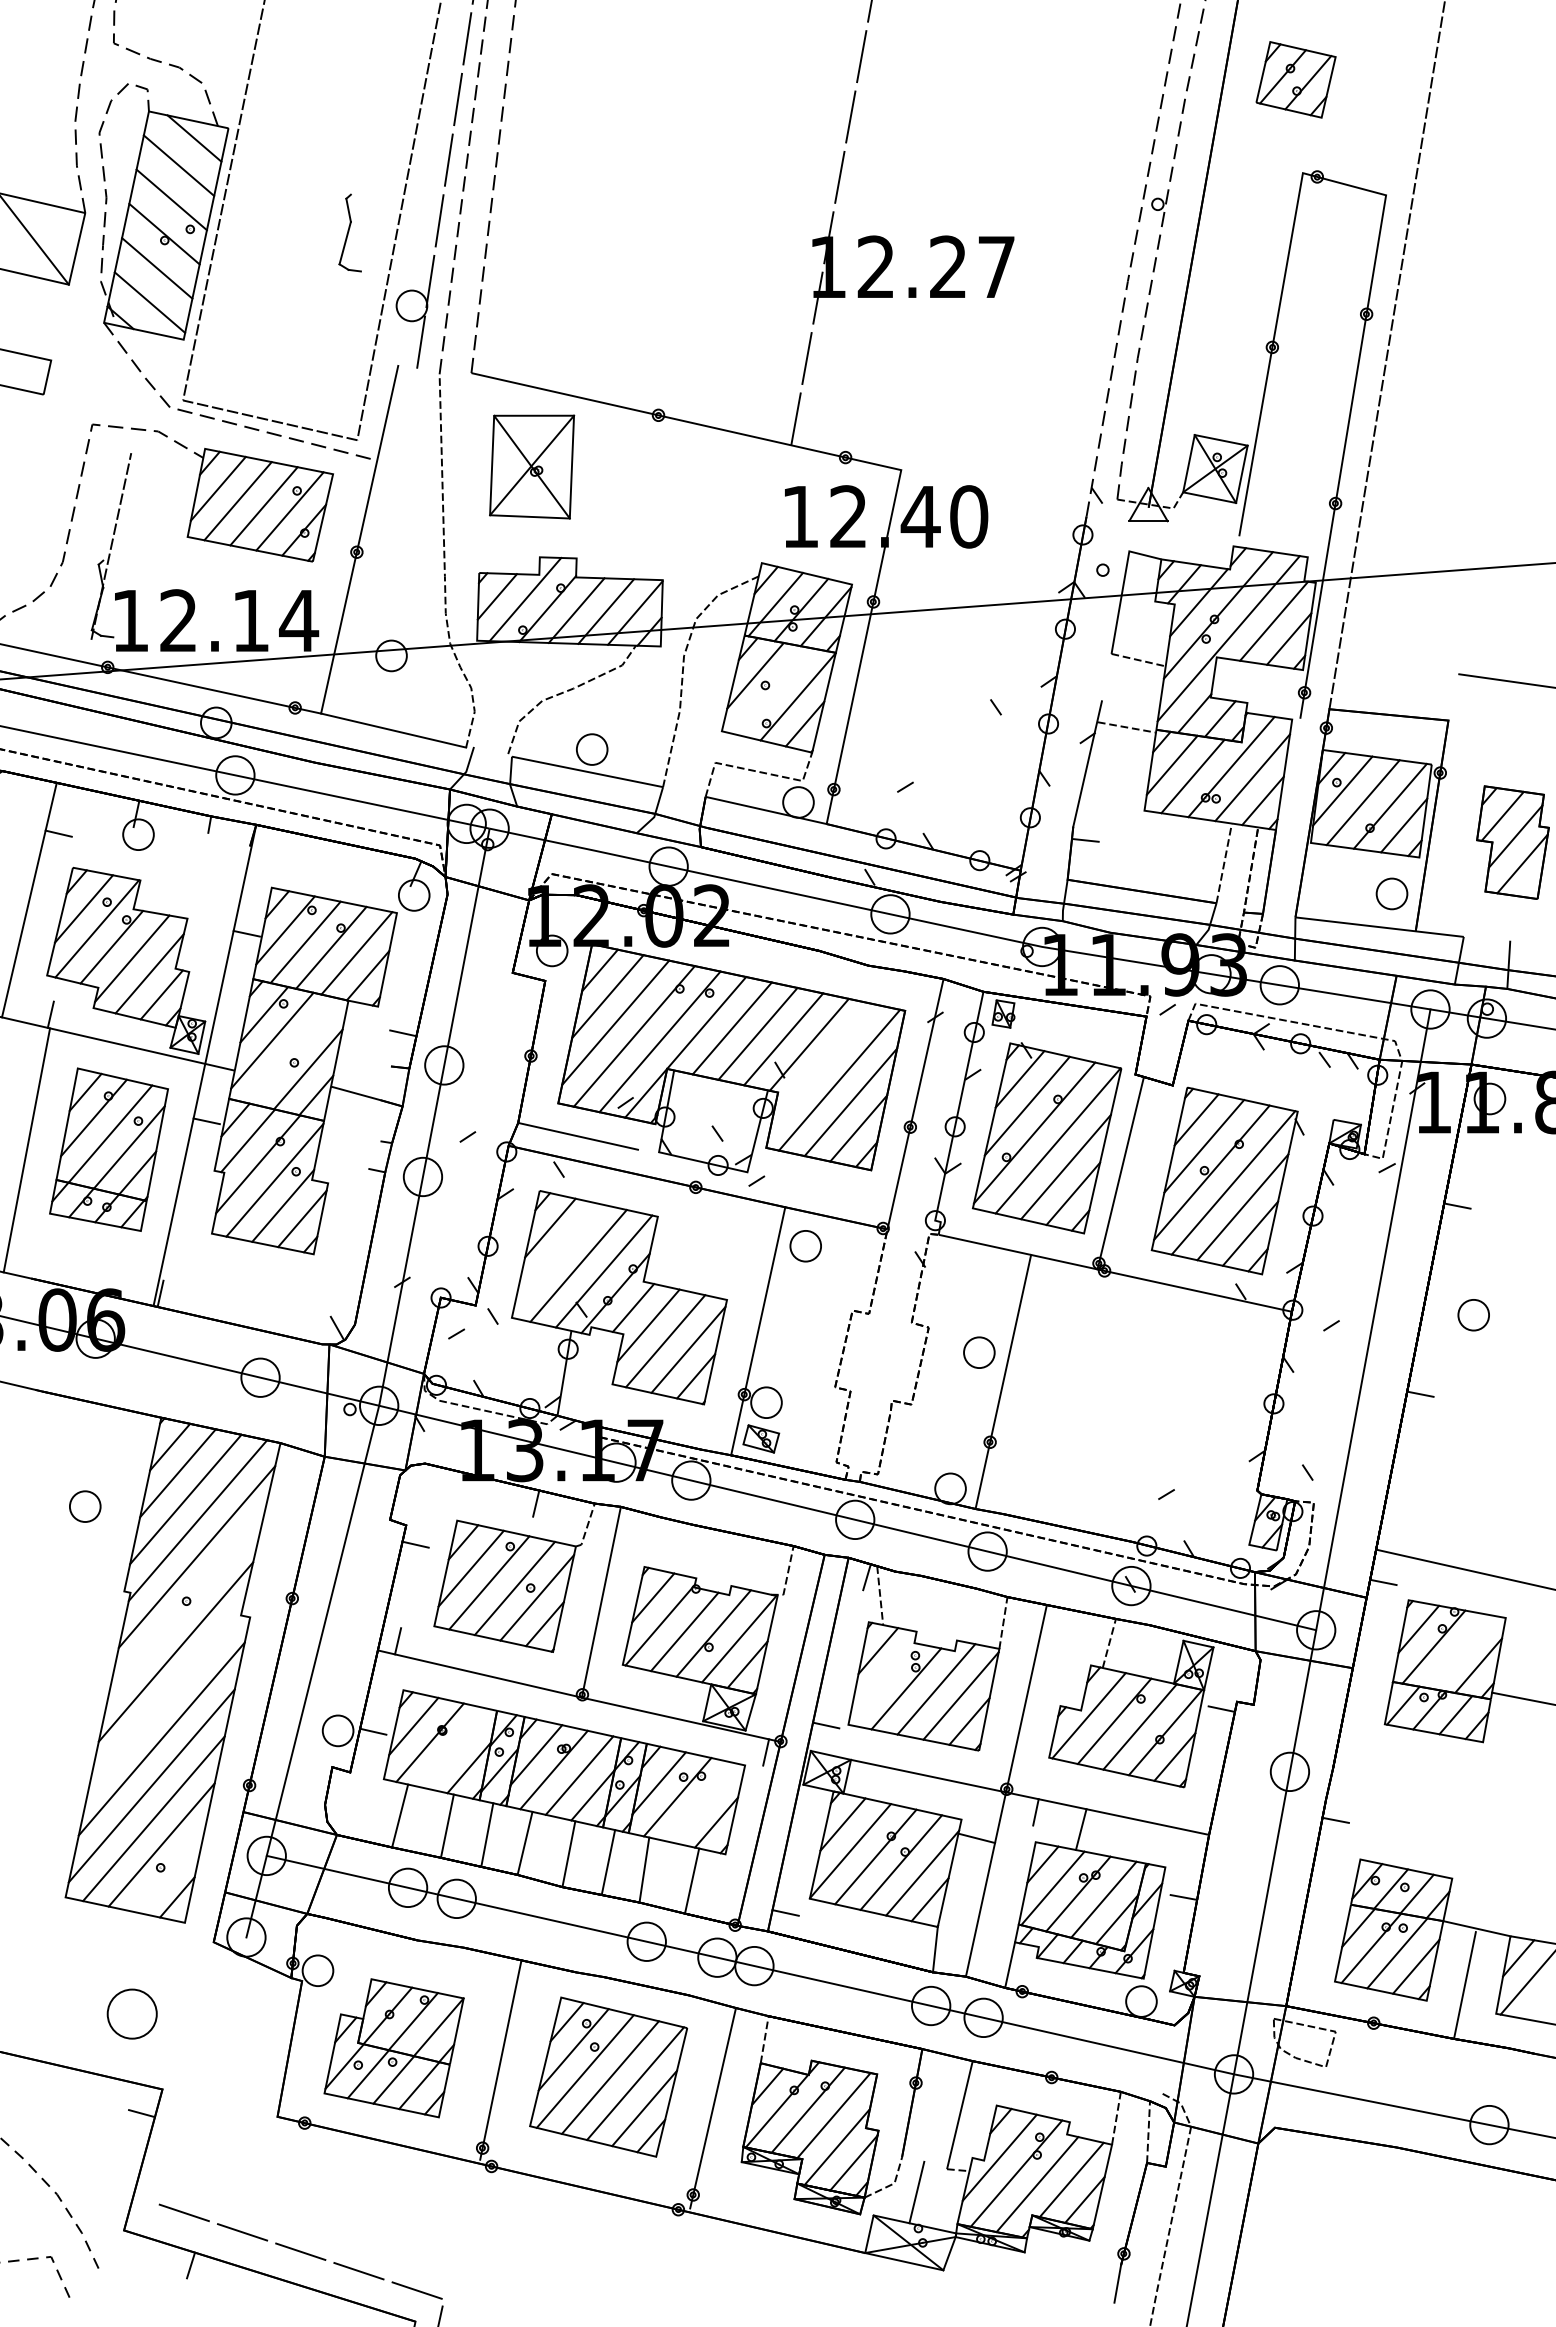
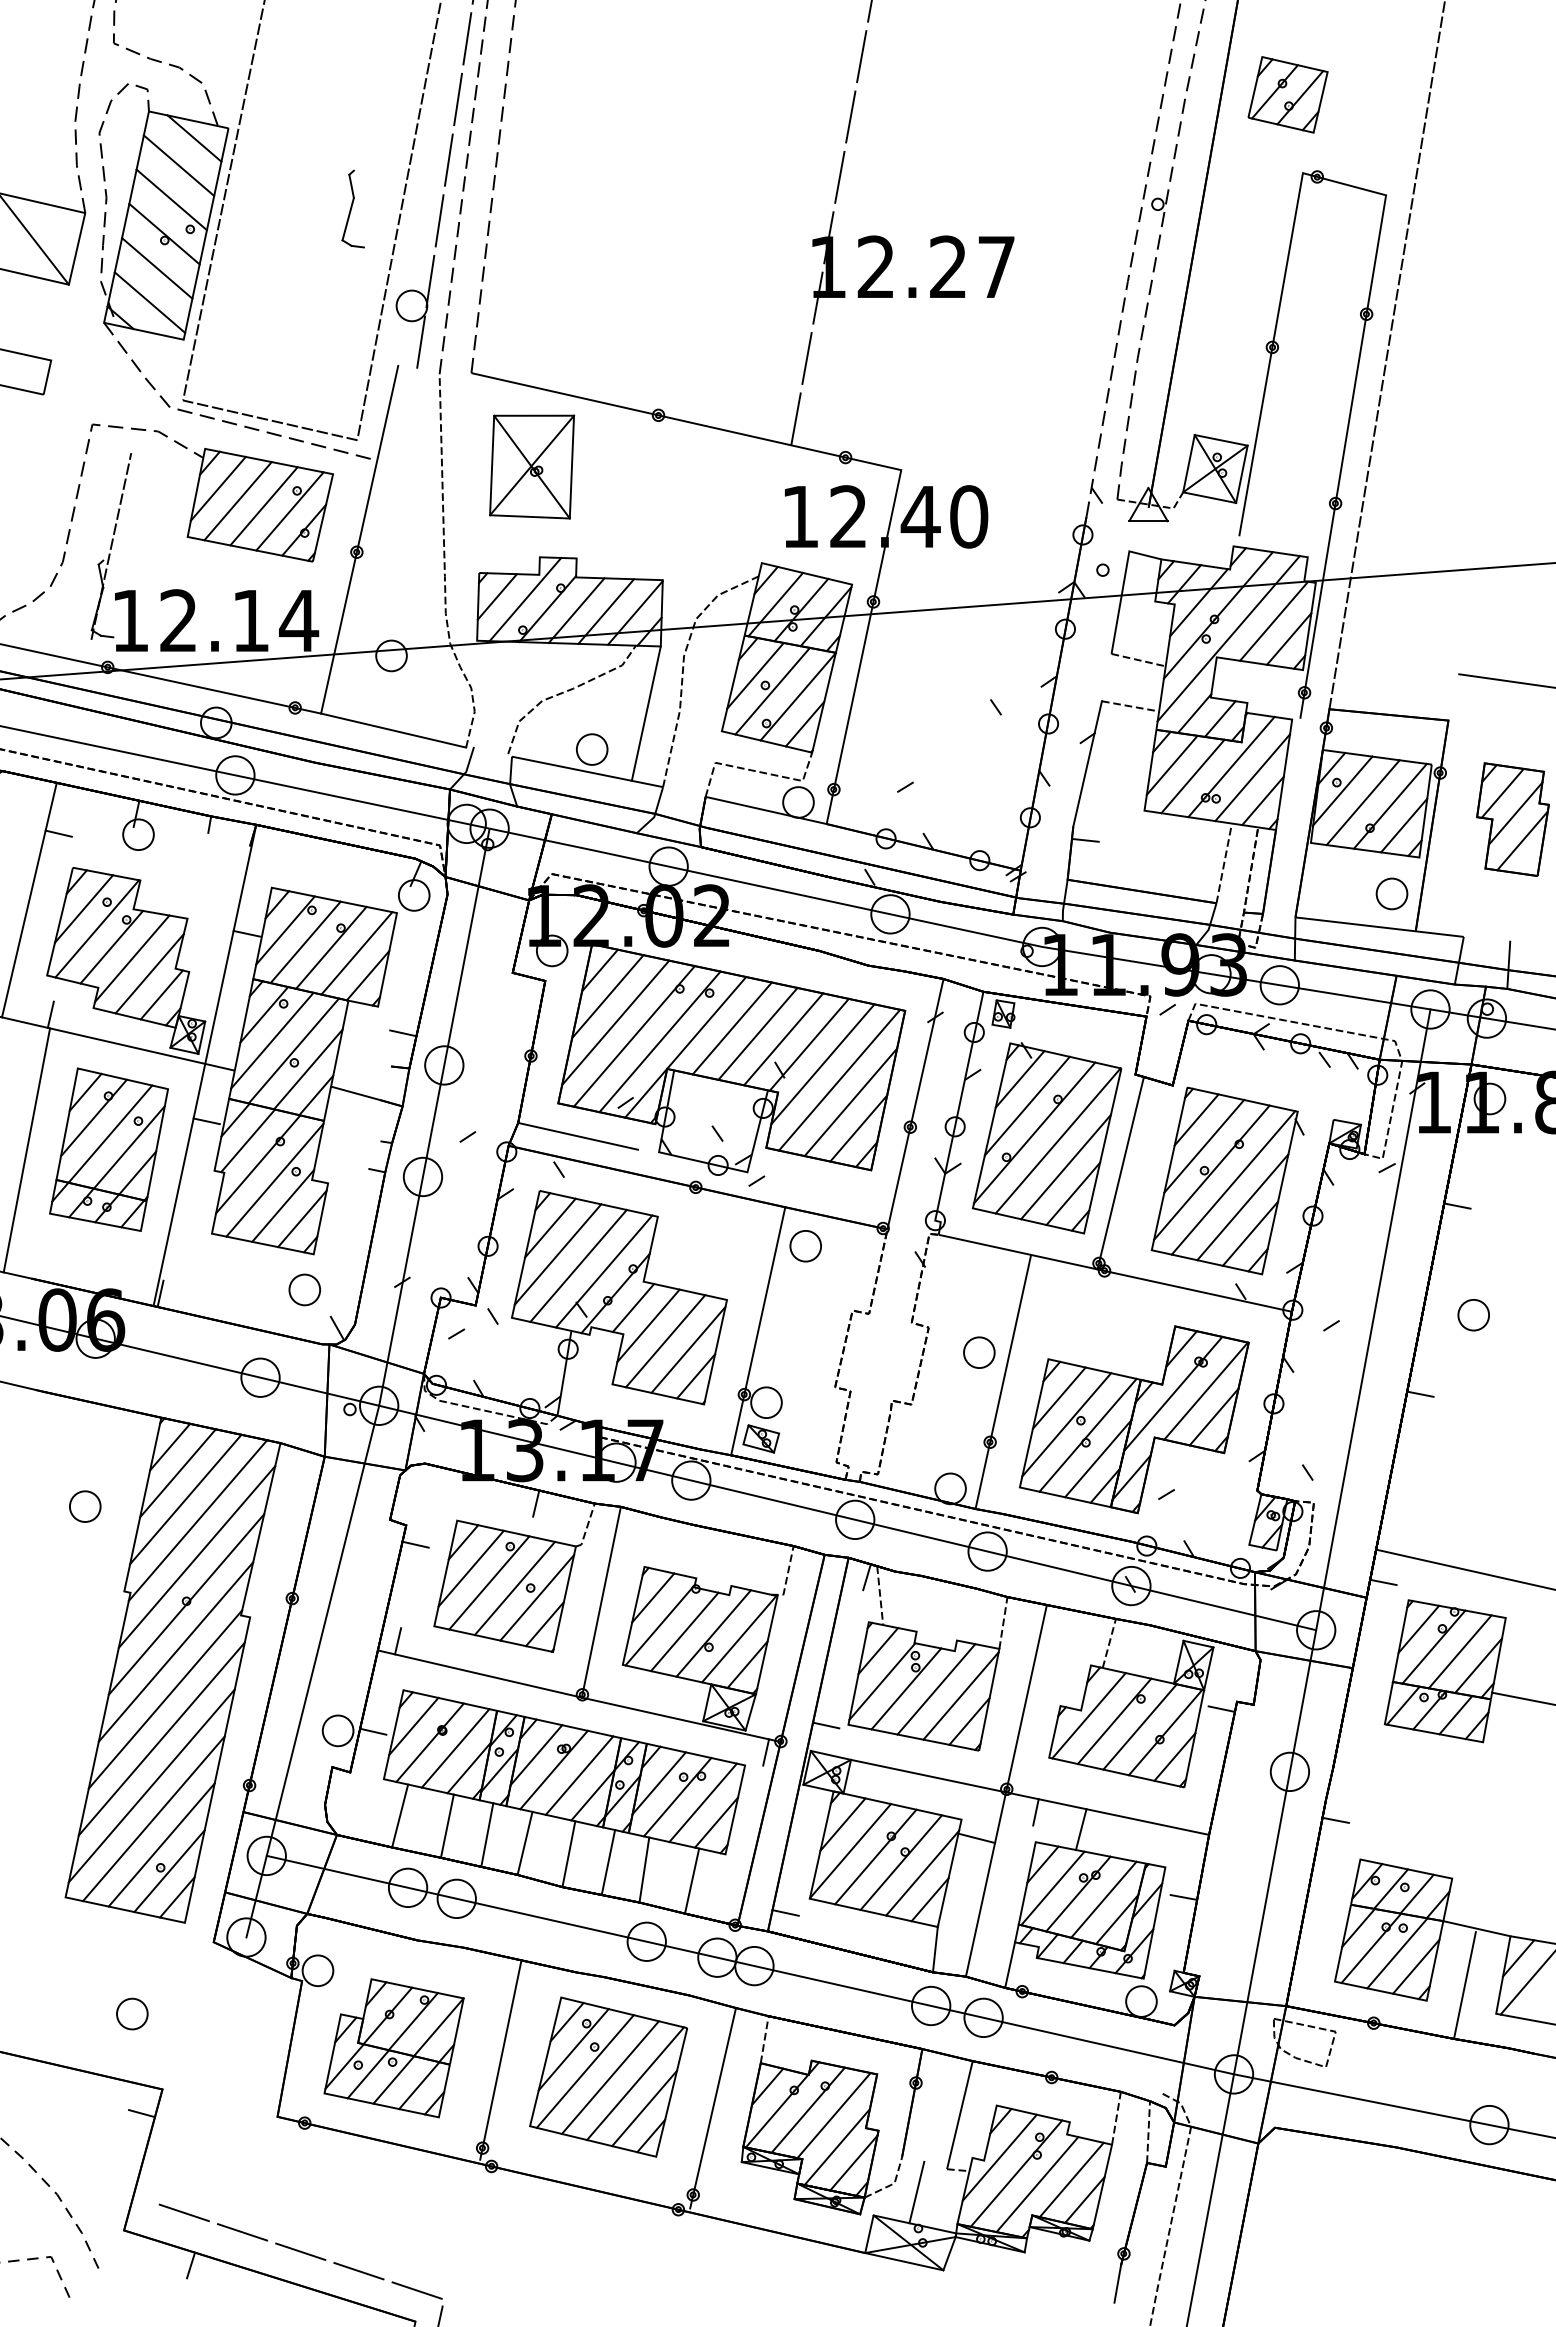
part at (1295, 79) position: (1295, 79) -> (1287, 94)
part at (349, 232) position: (349, 232) -> (352, 208)
line at (772, 690): none -> present
line at (645, 713): none -> present
line at (1126, 727) position: (1126, 727) -> (1130, 706)
part at (1512, 842) position: (1512, 842) -> (1512, 819)
line at (293, 1050): none -> present
line at (822, 1064): none -> present
line at (557, 1254): none -> present
part at (304, 1289): none -> present
part at (1134, 1419): none -> present
line at (186, 1604): none -> present
line at (1459, 1651): none -> present
line at (882, 1681): none -> present
line at (165, 1699): none -> present
line at (455, 1748): none -> present
line at (702, 1802): none -> present
line at (169, 1871): none -> present
part at (131, 2013) size: 52x52 px -> 33x34 px
